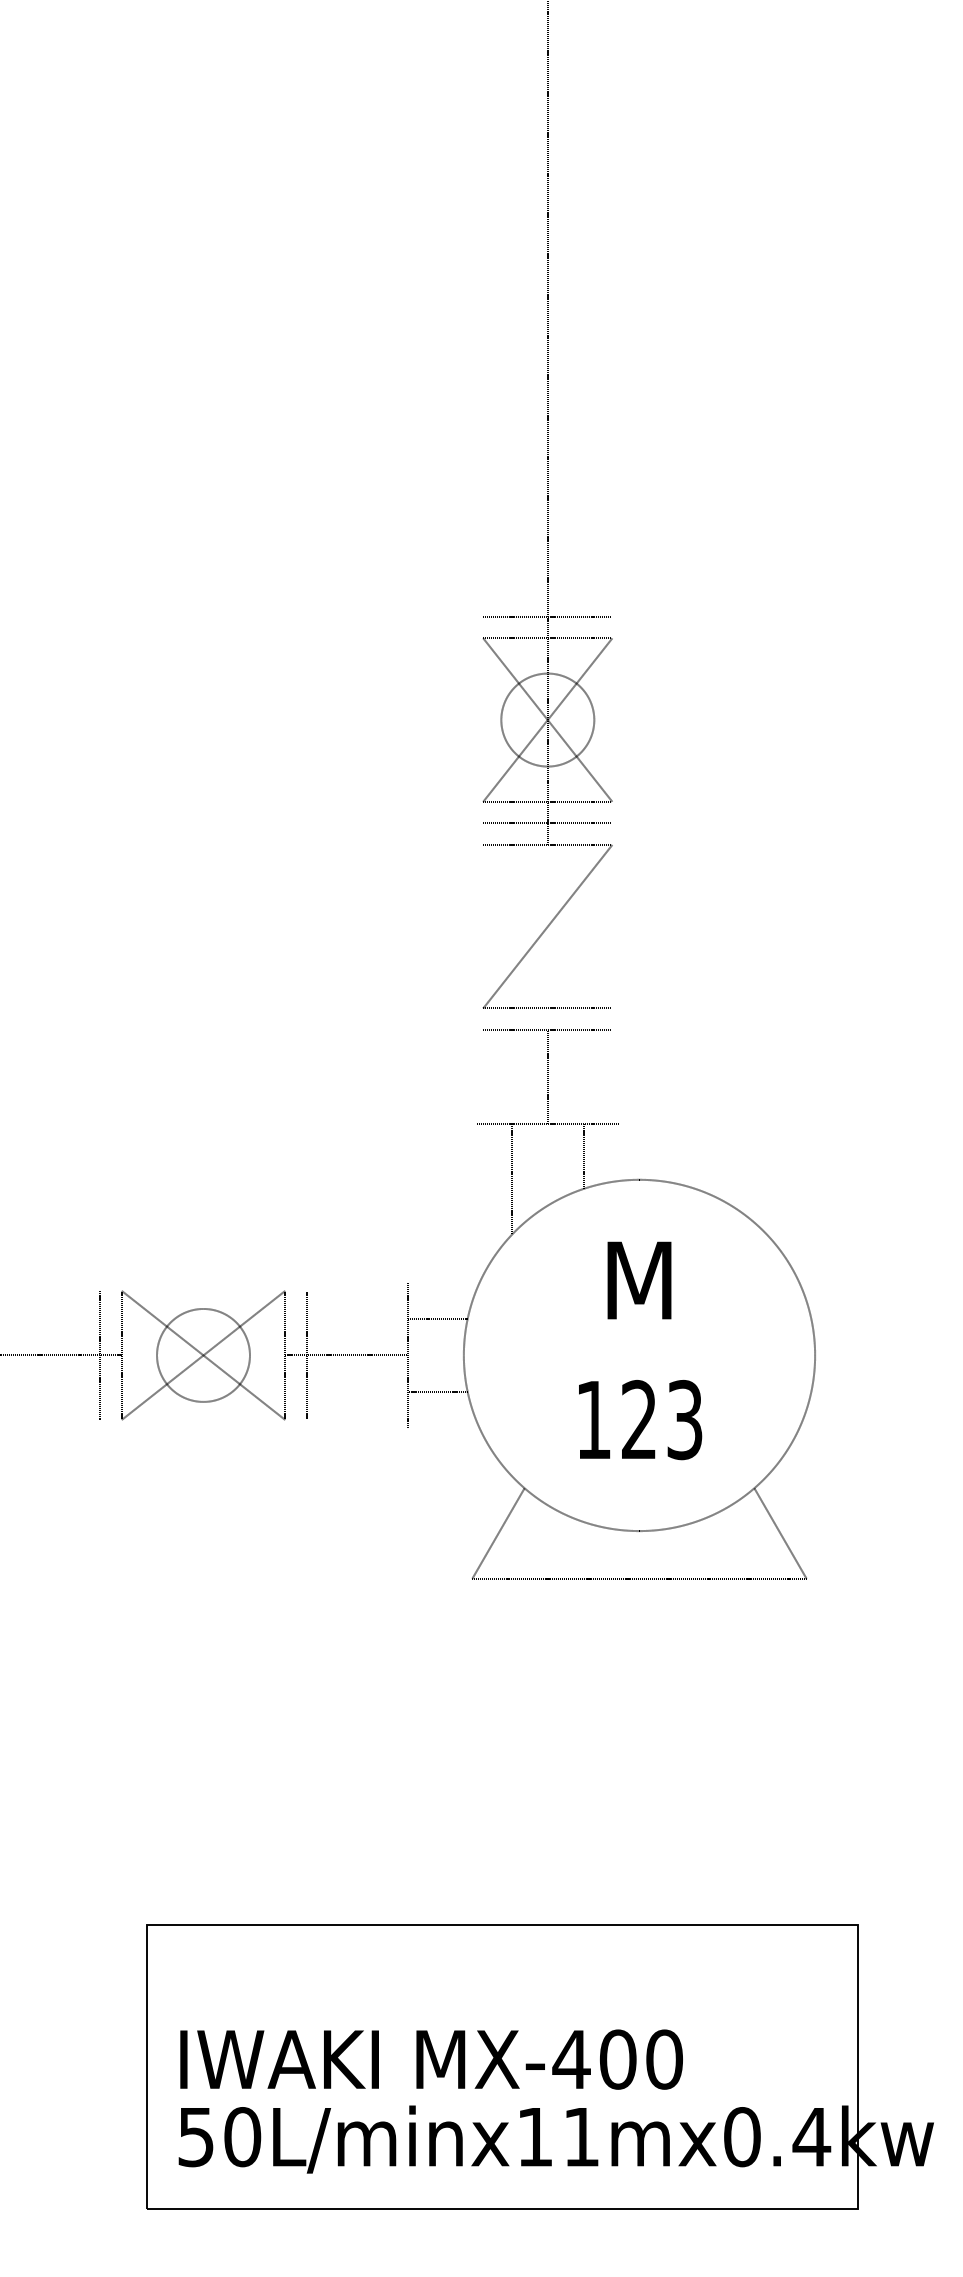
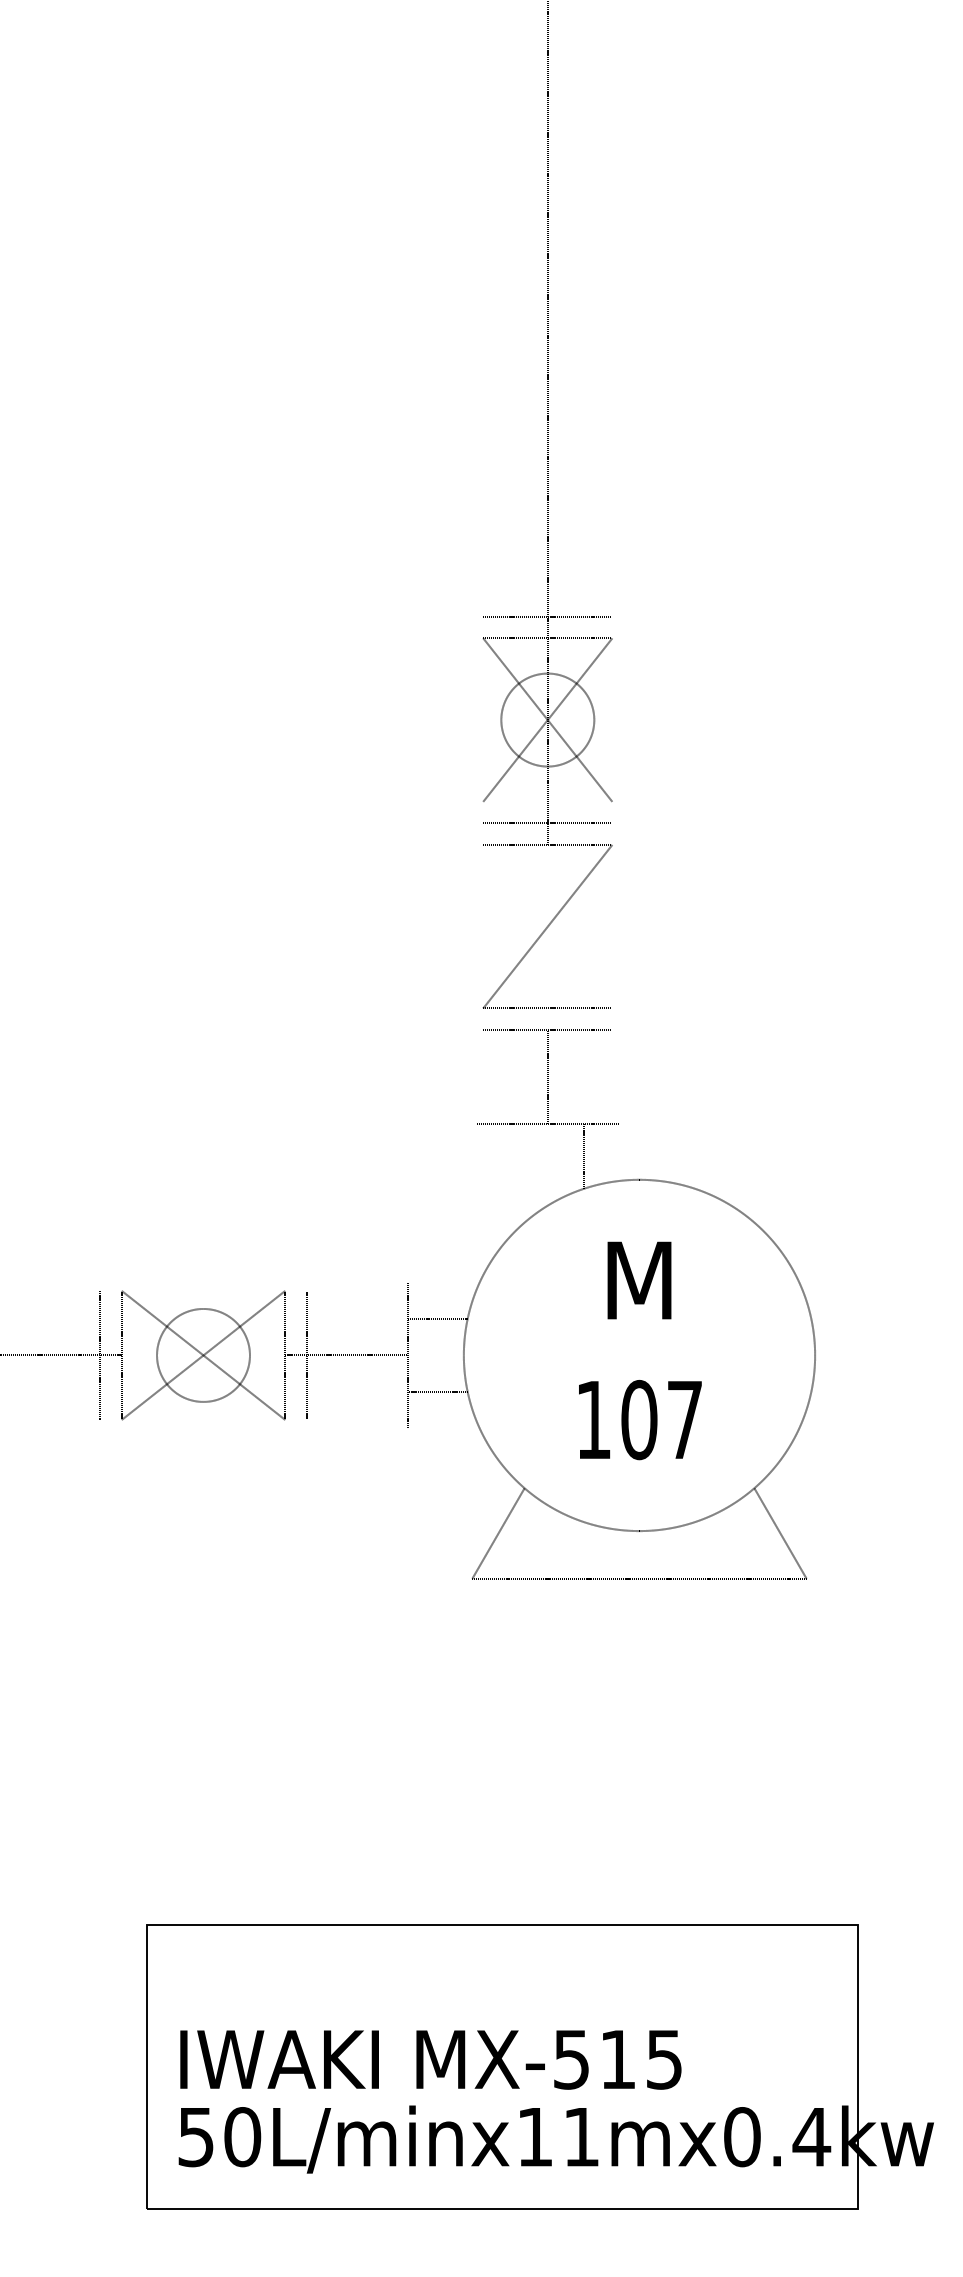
line at (547, 801): present -> none
line at (511, 1179): present -> none
text at (661, 1419): 123 -> 107
text at (617, 2059): MX-400 -> MX-515
